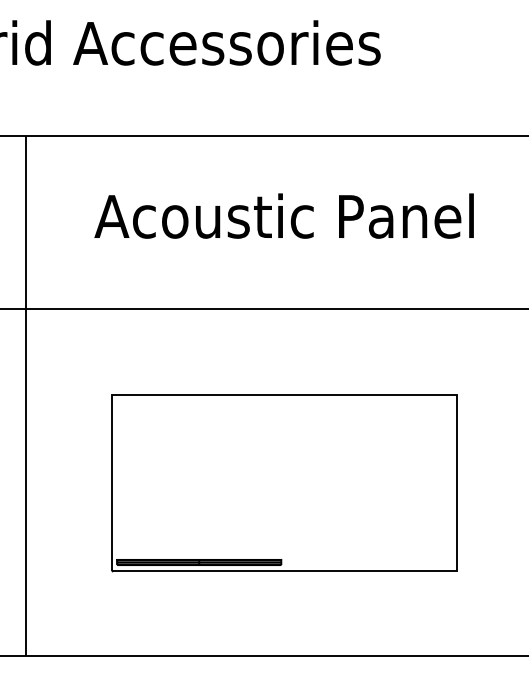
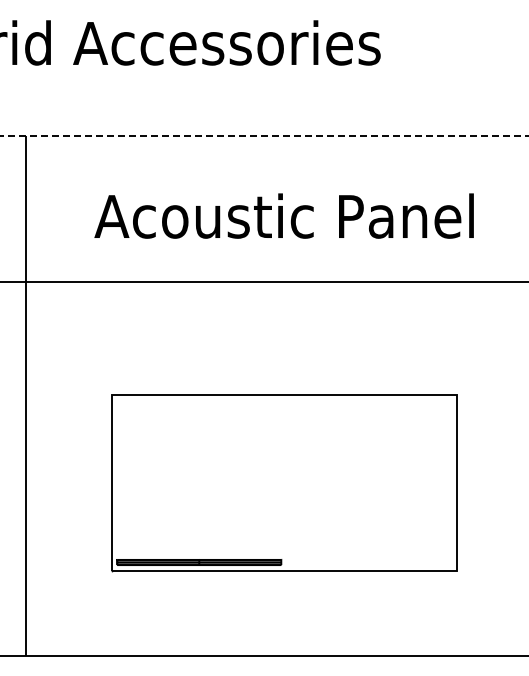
line at (265, 135): solid -> dashed
line at (263, 309) position: (263, 309) -> (263, 282)
